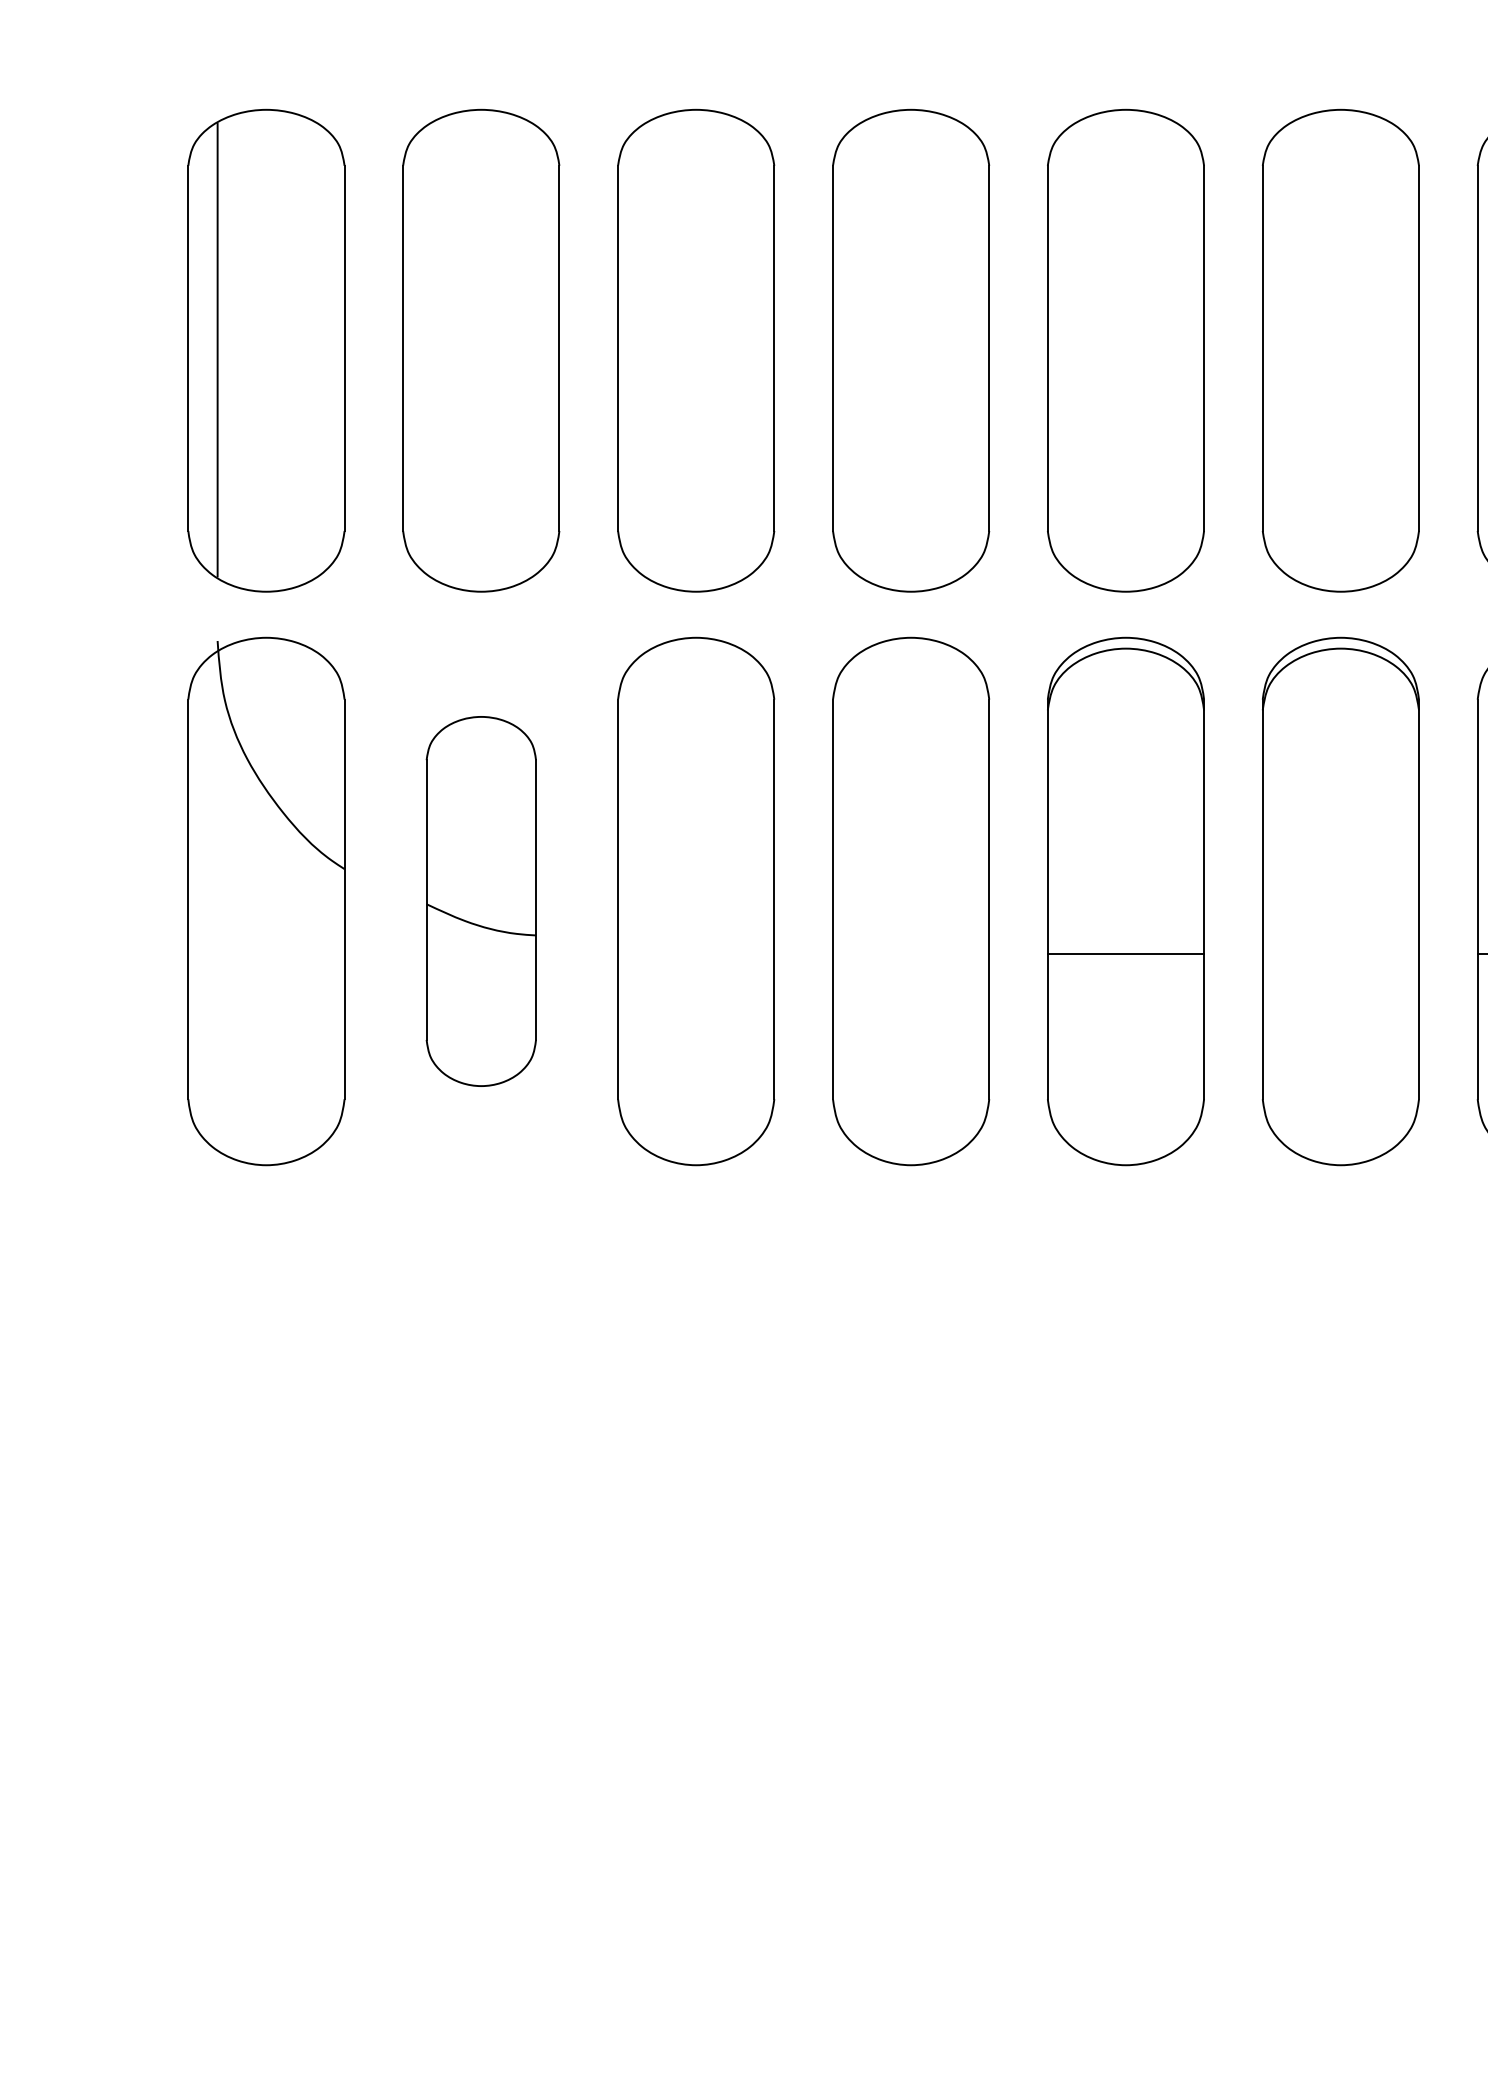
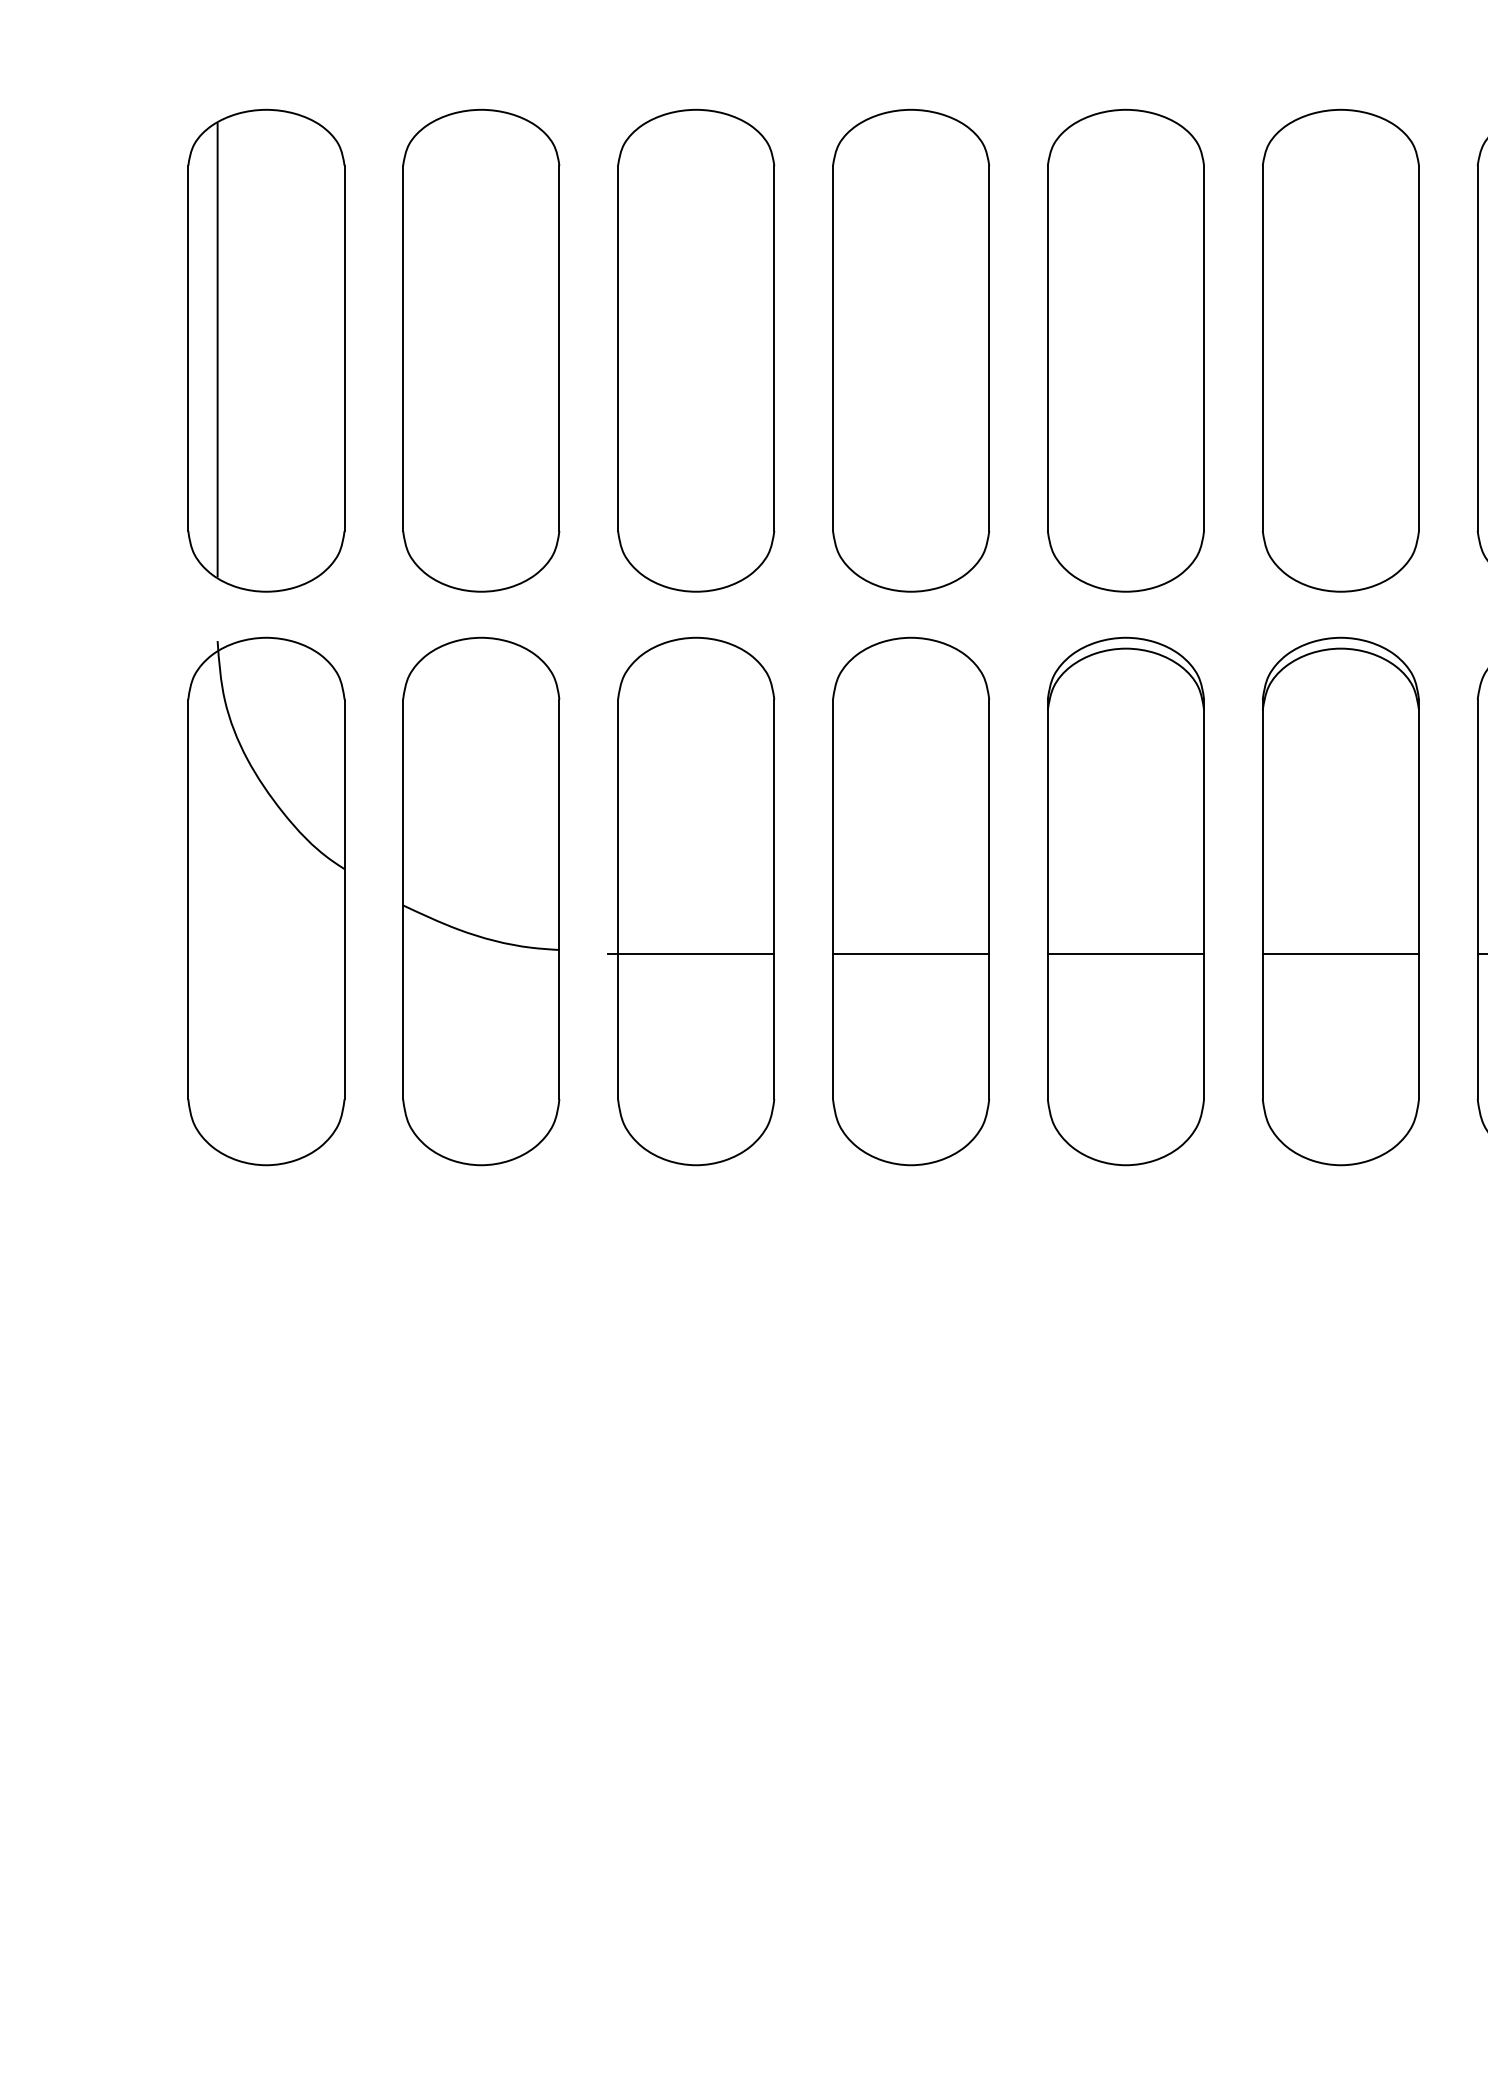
part at (480, 901) size: 112x371 px -> 159x531 px
line at (691, 953): none -> present
line at (910, 953): none -> present
line at (1340, 953): none -> present
